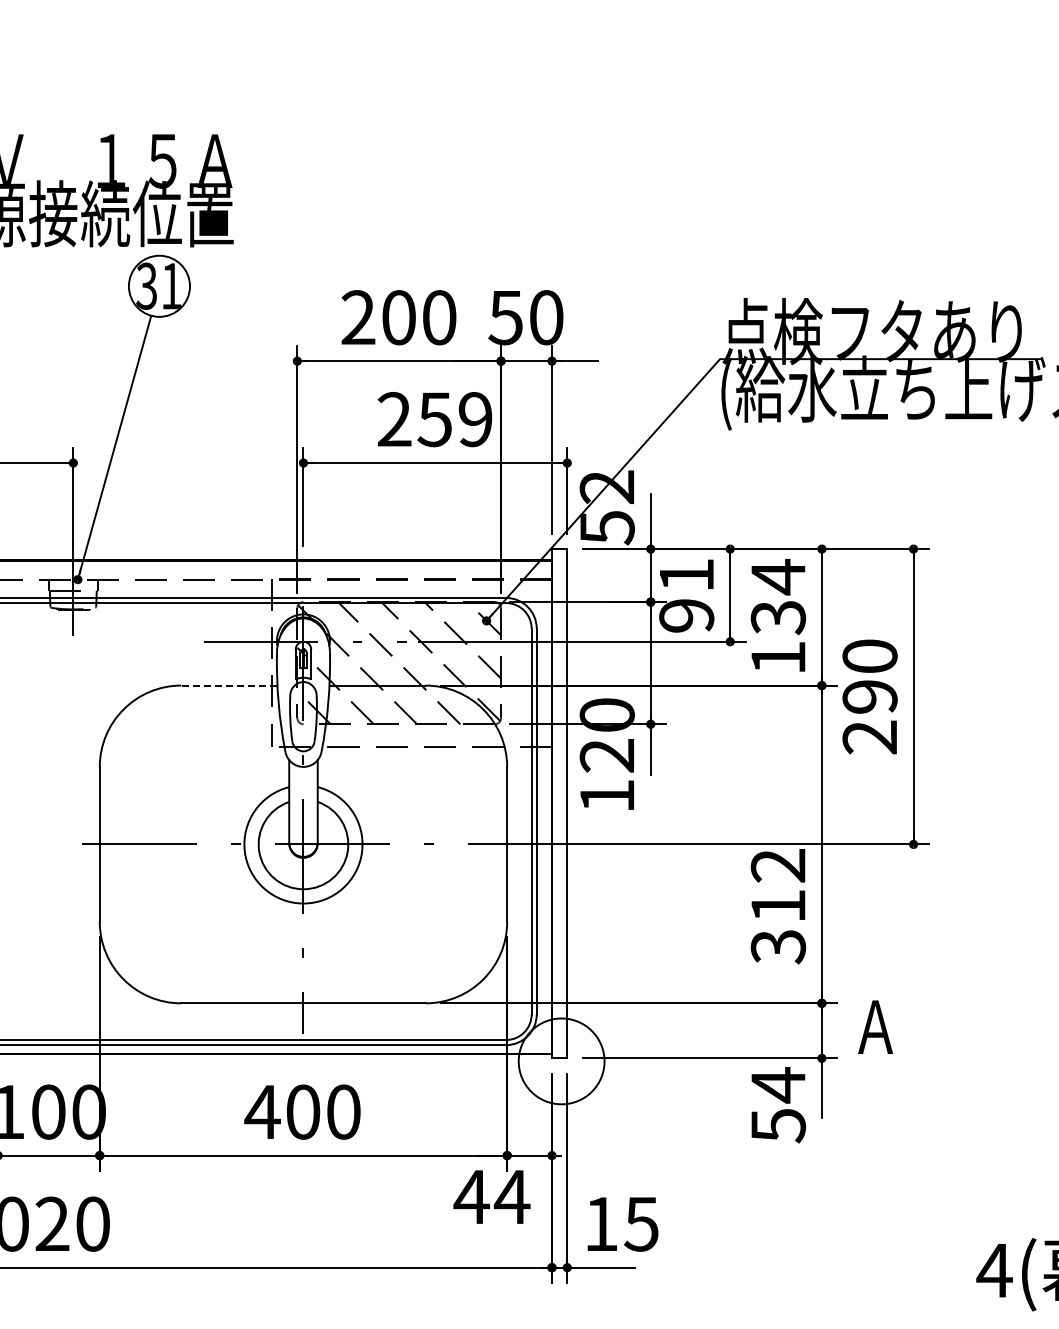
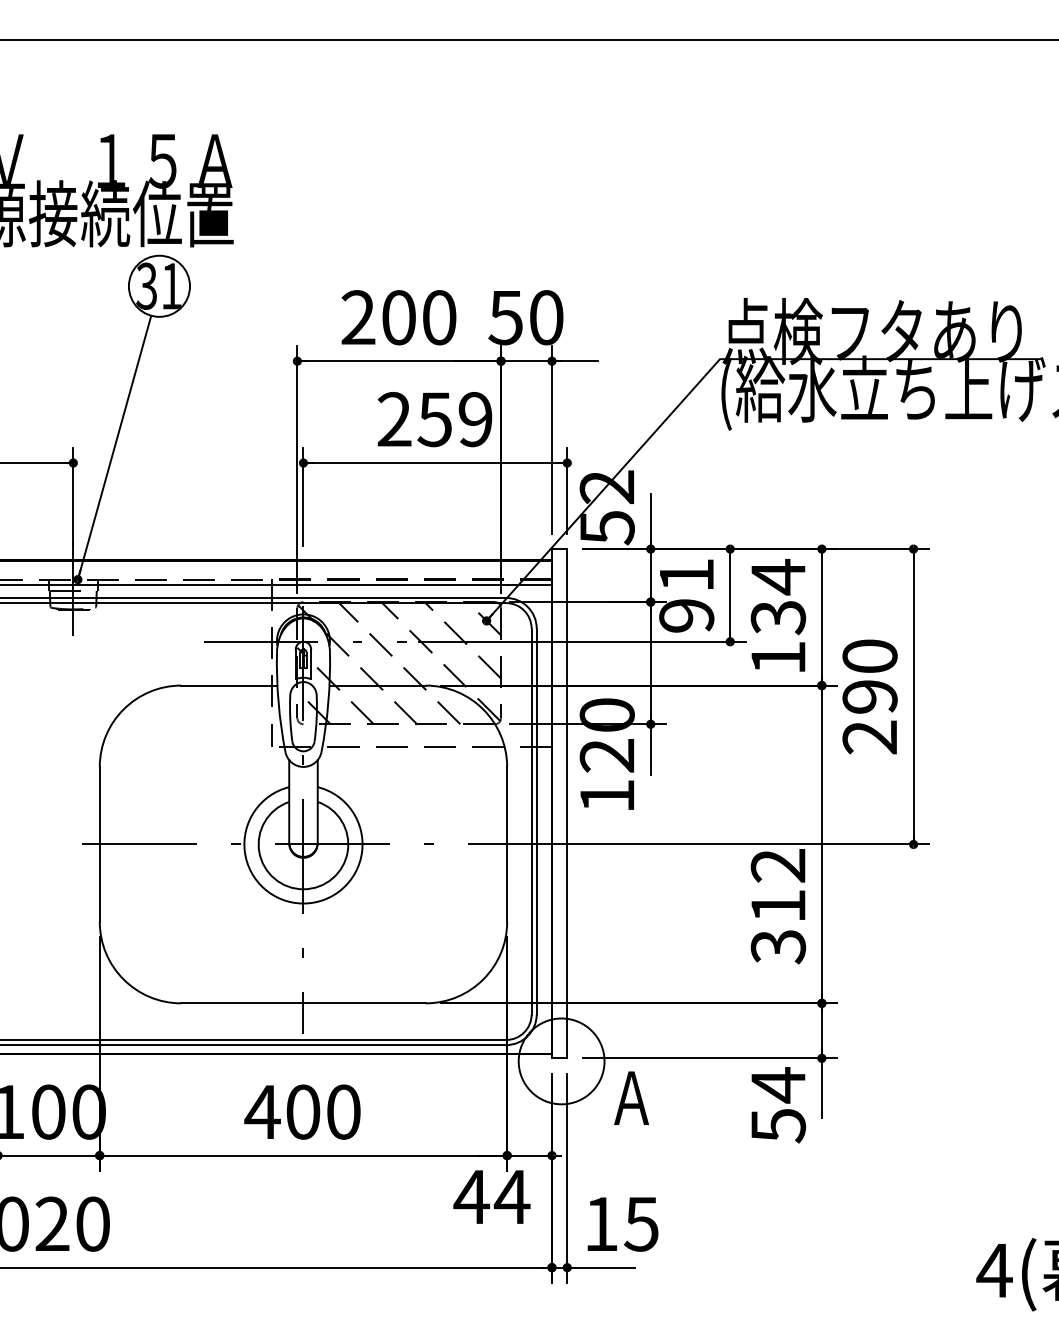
line at (528, 39): none -> present
line at (277, 584): none -> present
line at (228, 685): dashed -> solid
text at (875, 1026) position: (875, 1026) -> (631, 1097)
